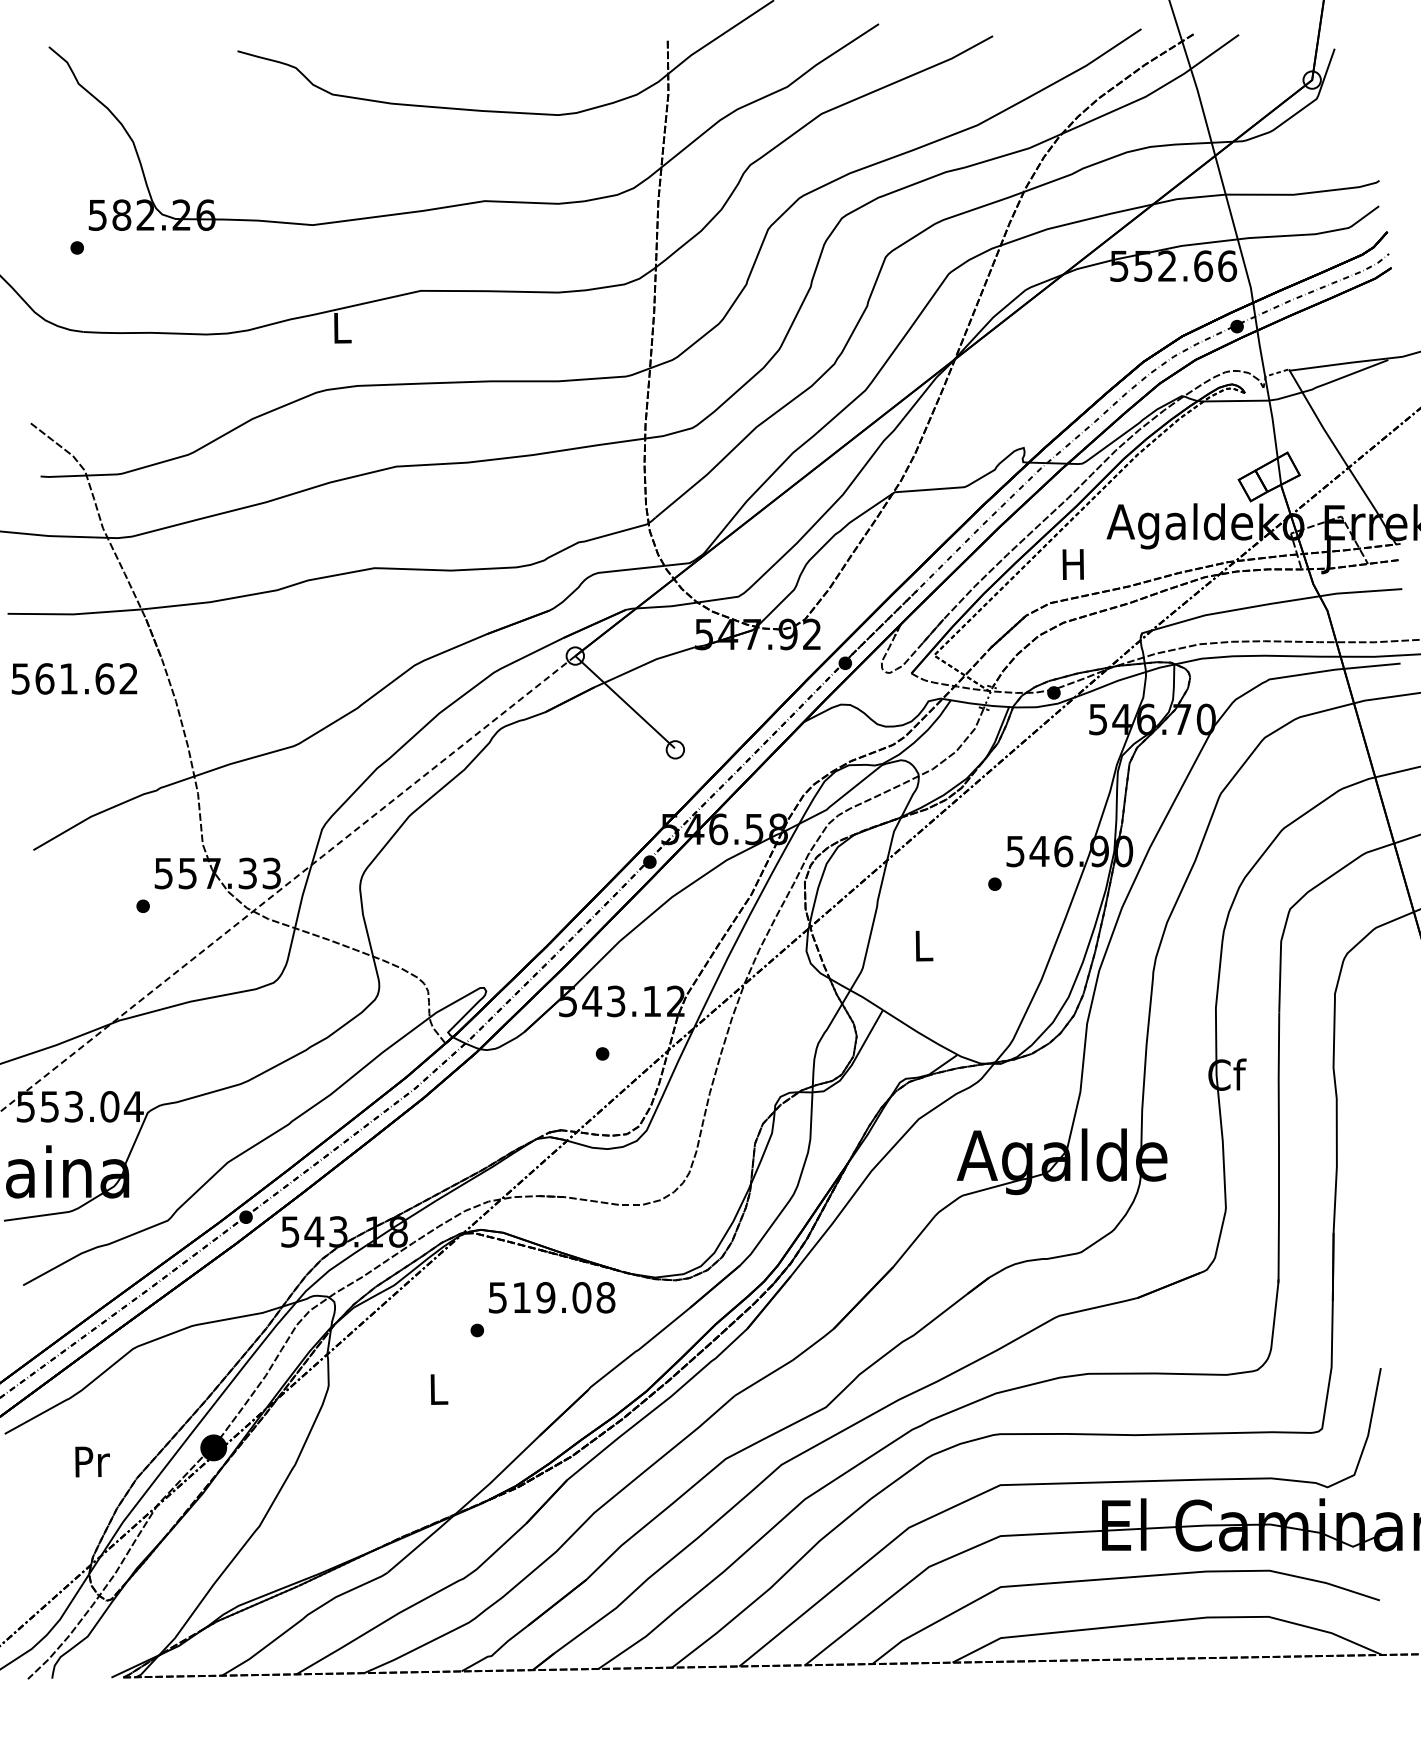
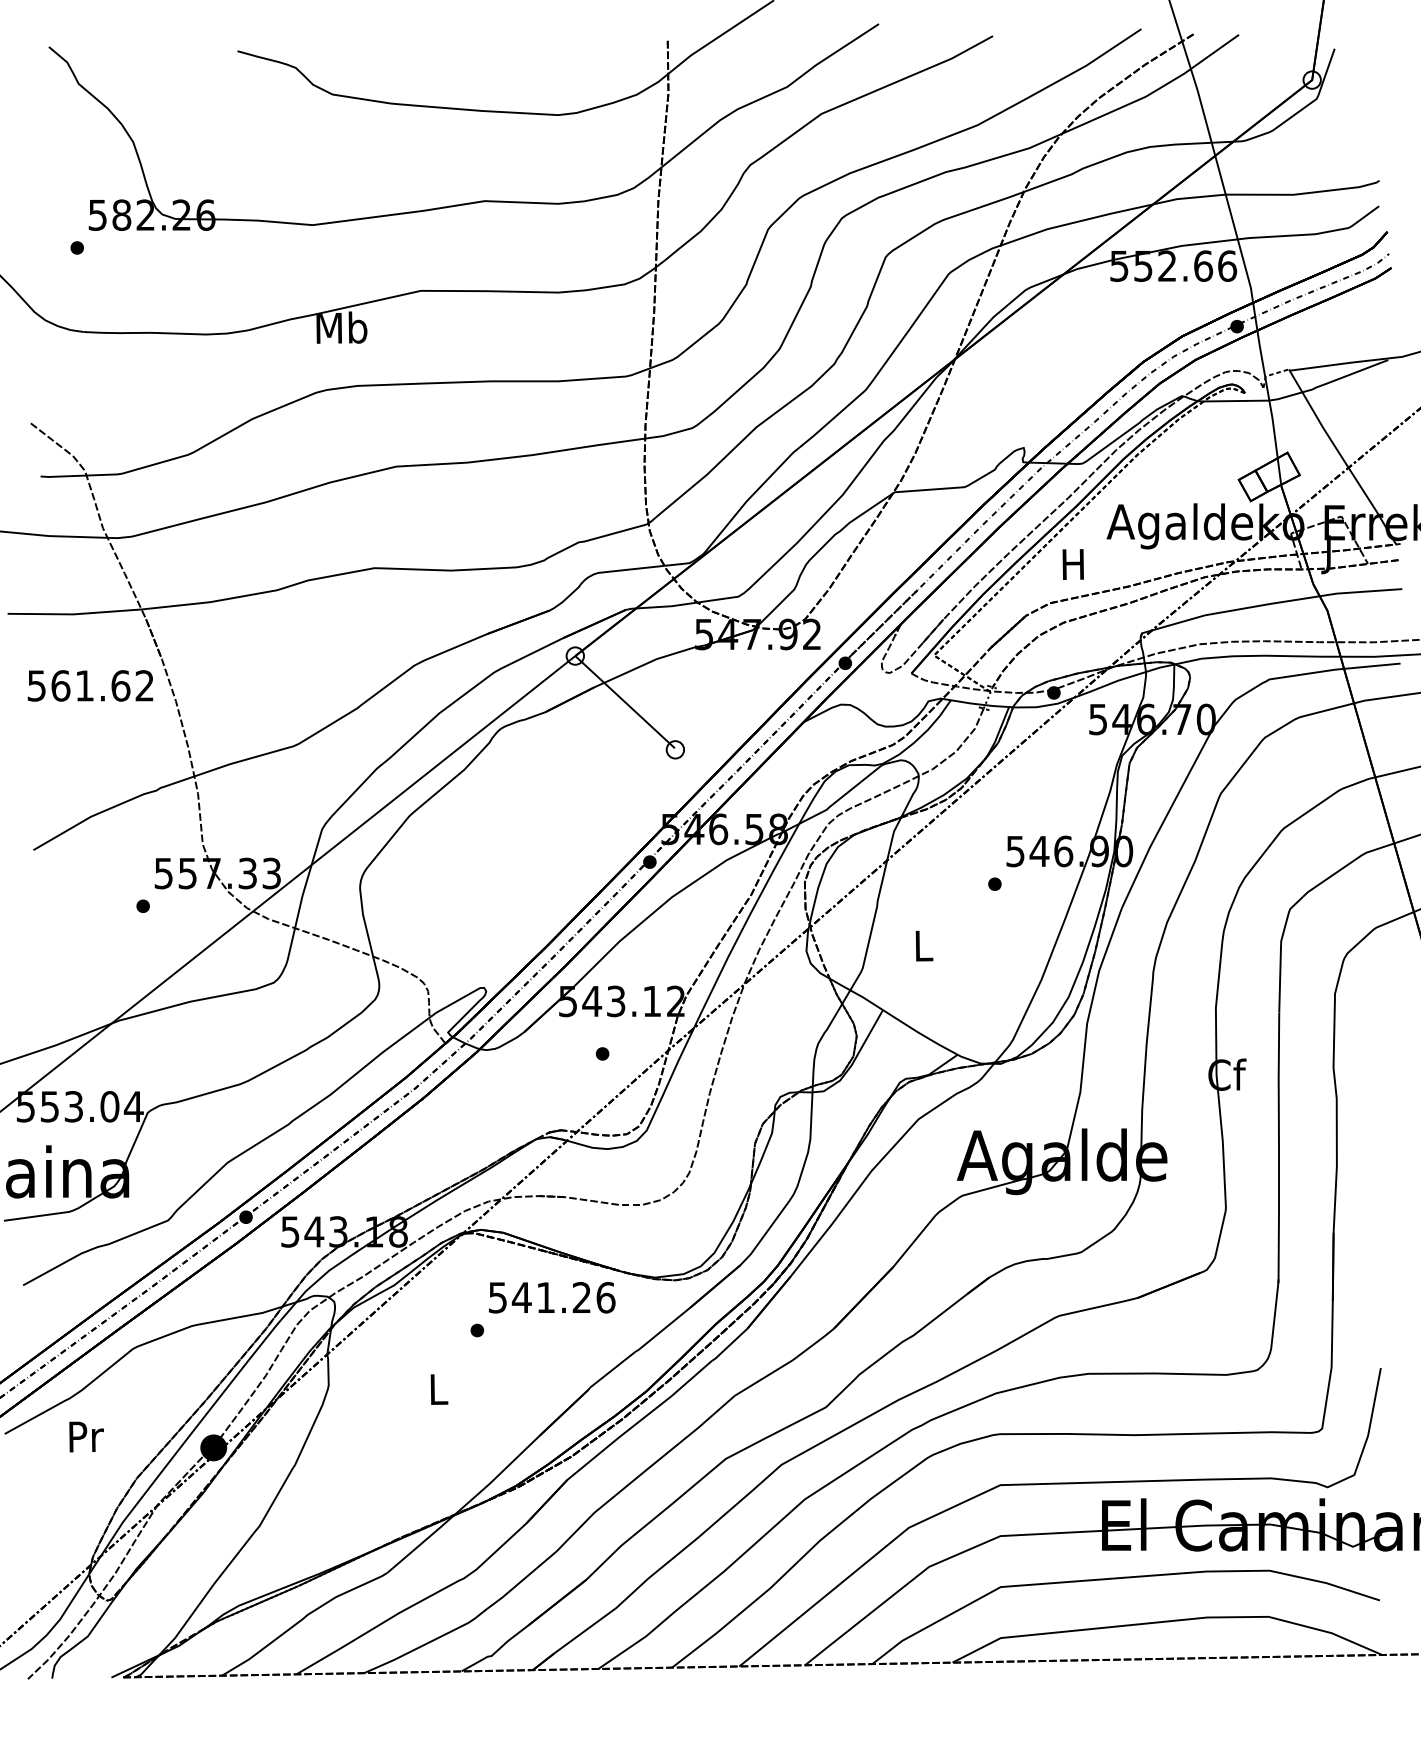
text at (341, 327): L -> Mb
text at (74, 678) position: (74, 678) -> (90, 685)
line at (287, 884): dashed -> solid
text at (563, 1297): 519.08 -> 541.26
text at (92, 1461) position: (92, 1461) -> (86, 1436)
